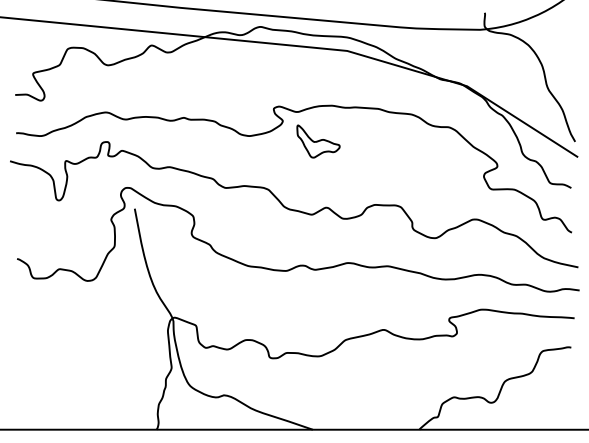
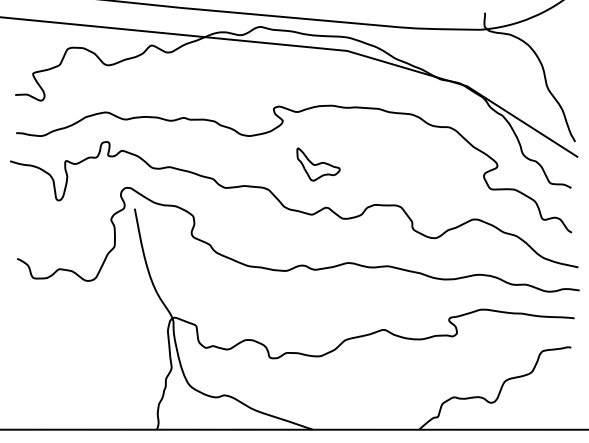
part at (318, 141) position: (318, 141) -> (318, 164)
